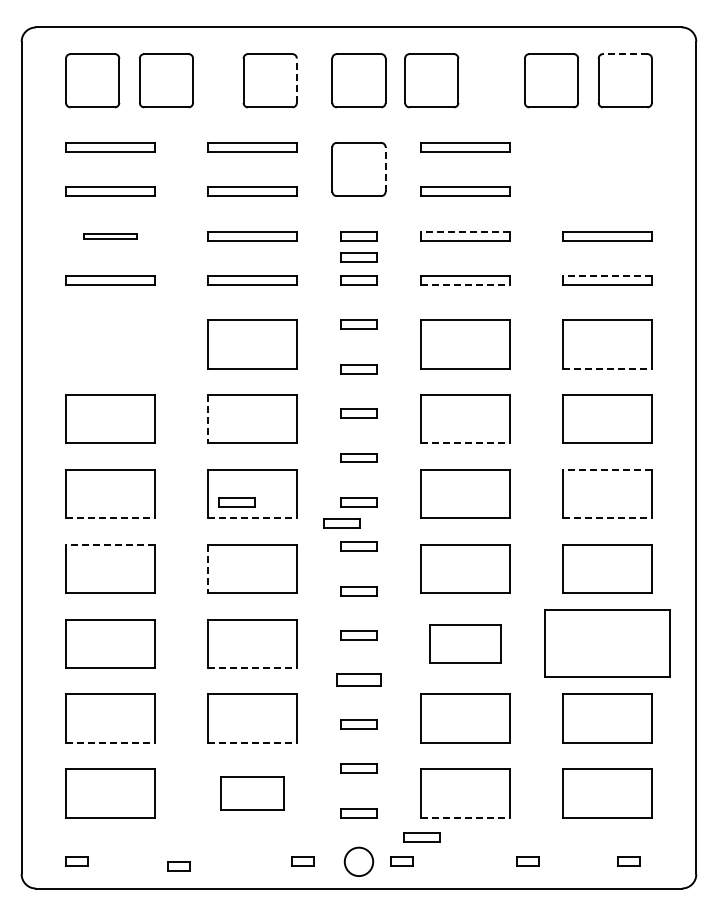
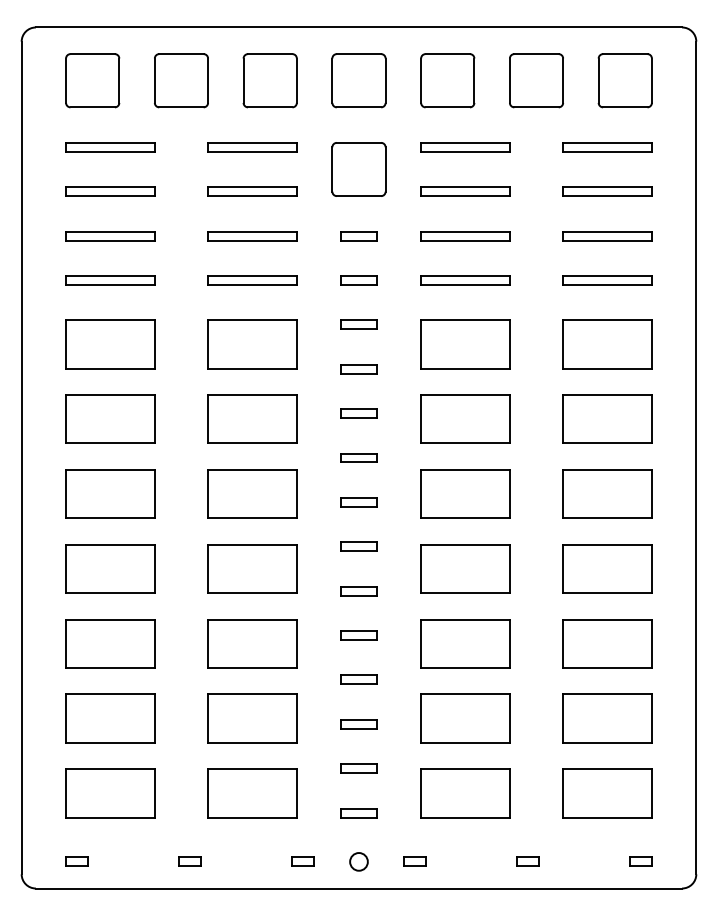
line at (624, 54): dashed -> solid
part at (166, 80) position: (166, 80) -> (181, 80)
line at (296, 80): dashed -> solid
part at (431, 80) position: (431, 80) -> (447, 80)
part at (551, 80) position: (551, 80) -> (536, 80)
part at (607, 147): none -> present
line at (385, 169): dashed -> solid
part at (607, 191): none -> present
line at (465, 231): dashed -> solid
part at (110, 236) size: 55x7 px -> 91x11 px
part at (358, 257): present -> none
line at (607, 276): dashed -> solid
line at (466, 284): dashed -> solid
part at (110, 344): none -> present
line at (608, 368): dashed -> solid
line at (208, 419): dashed -> solid
line at (466, 443): dashed -> solid
line at (607, 470): dashed -> solid
part at (236, 502): present -> none
line at (110, 518): dashed -> solid
line at (252, 518): dashed -> solid
line at (608, 518): dashed -> solid
part at (341, 523): present -> none
line at (109, 544): dashed -> solid
line at (208, 569): dashed -> solid
part at (465, 643) size: 73x40 px -> 91x50 px
part at (607, 643) size: 127x69 px -> 91x50 px
line at (252, 667): dashed -> solid
part at (358, 679) size: 46x14 px -> 38x11 px
line at (110, 742): dashed -> solid
line at (252, 742): dashed -> solid
part at (252, 793) size: 65x35 px -> 91x51 px
line at (466, 817): dashed -> solid
part at (421, 837): present -> none
circle at (358, 861) diameter: 28 px -> 18 px
part at (401, 861) position: (401, 861) -> (414, 861)
part at (628, 861) position: (628, 861) -> (640, 861)
part at (178, 866) position: (178, 866) -> (189, 861)
